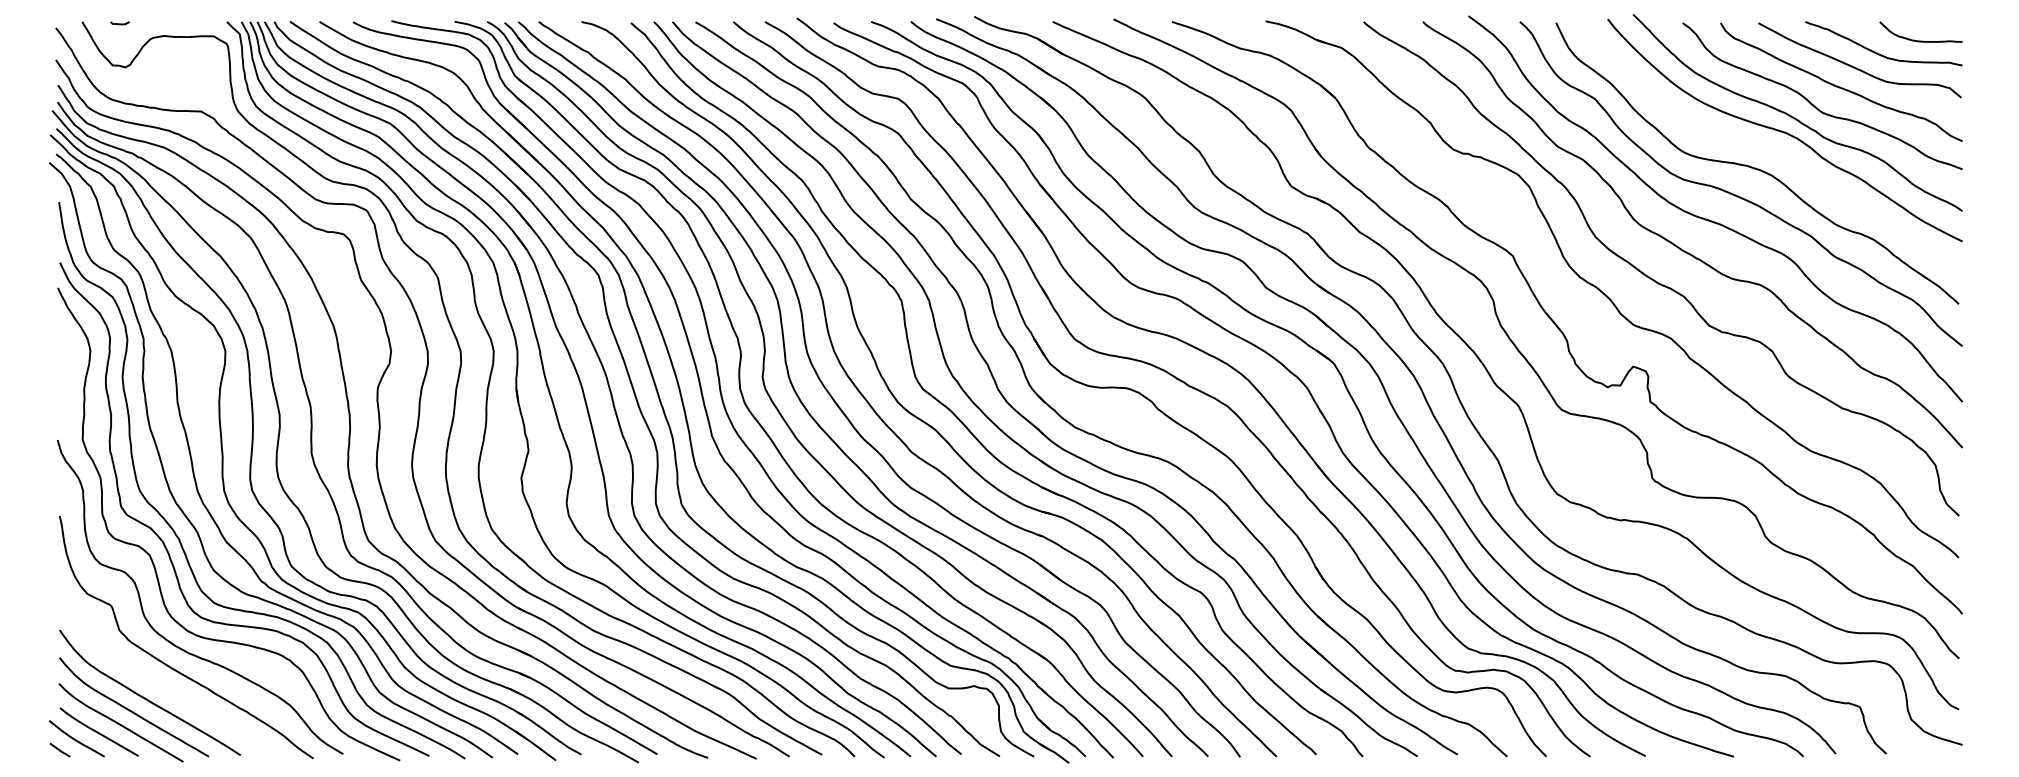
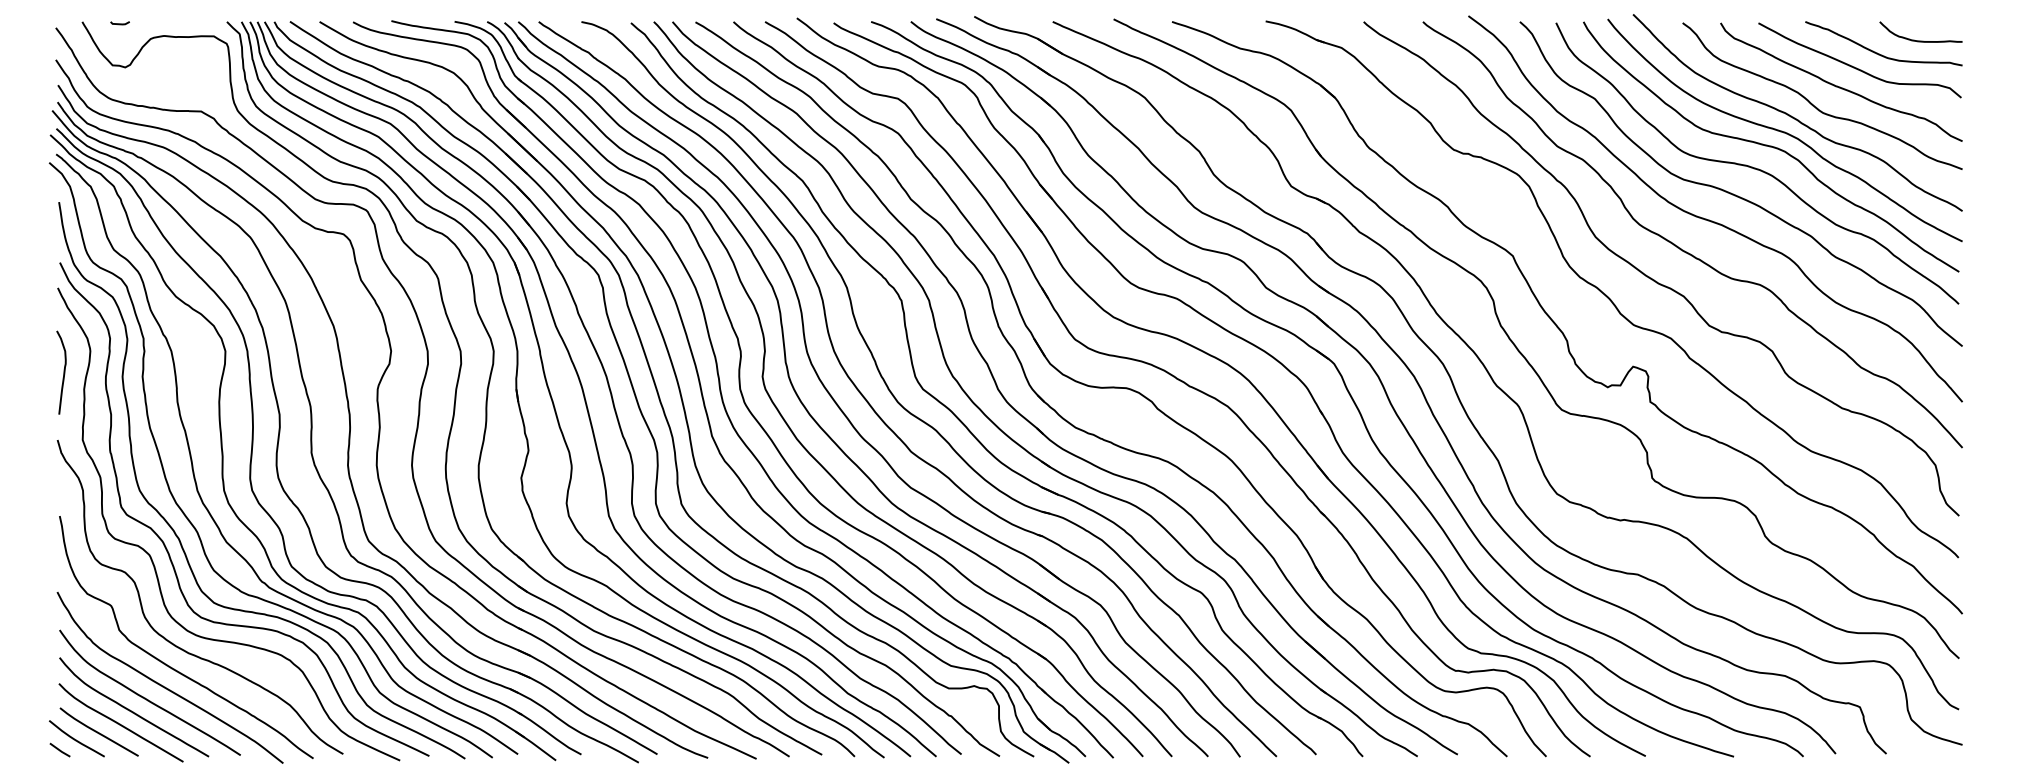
curve at (1771, 146): none -> present
curve at (63, 372): none -> present
curve at (165, 686): none -> present
